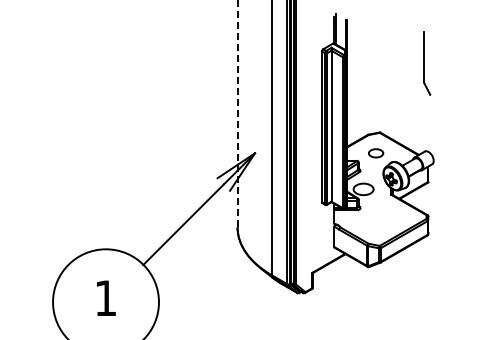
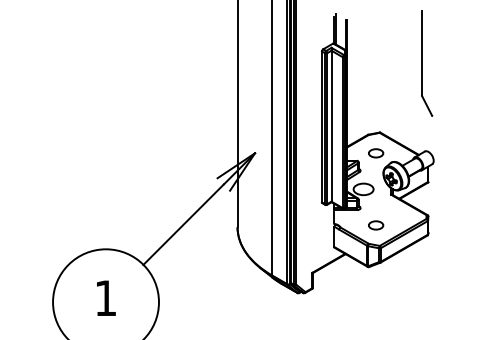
part at (427, 63) size: 9x65 px -> 13x107 px
line at (237, 113): dashed -> solid
part at (376, 225): none -> present
